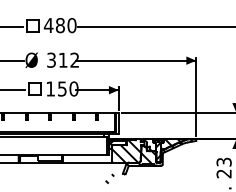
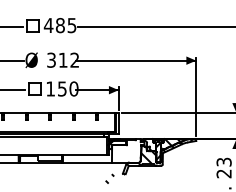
text at (71, 25): 480 -> 485
hatch at (126, 151): present -> none
